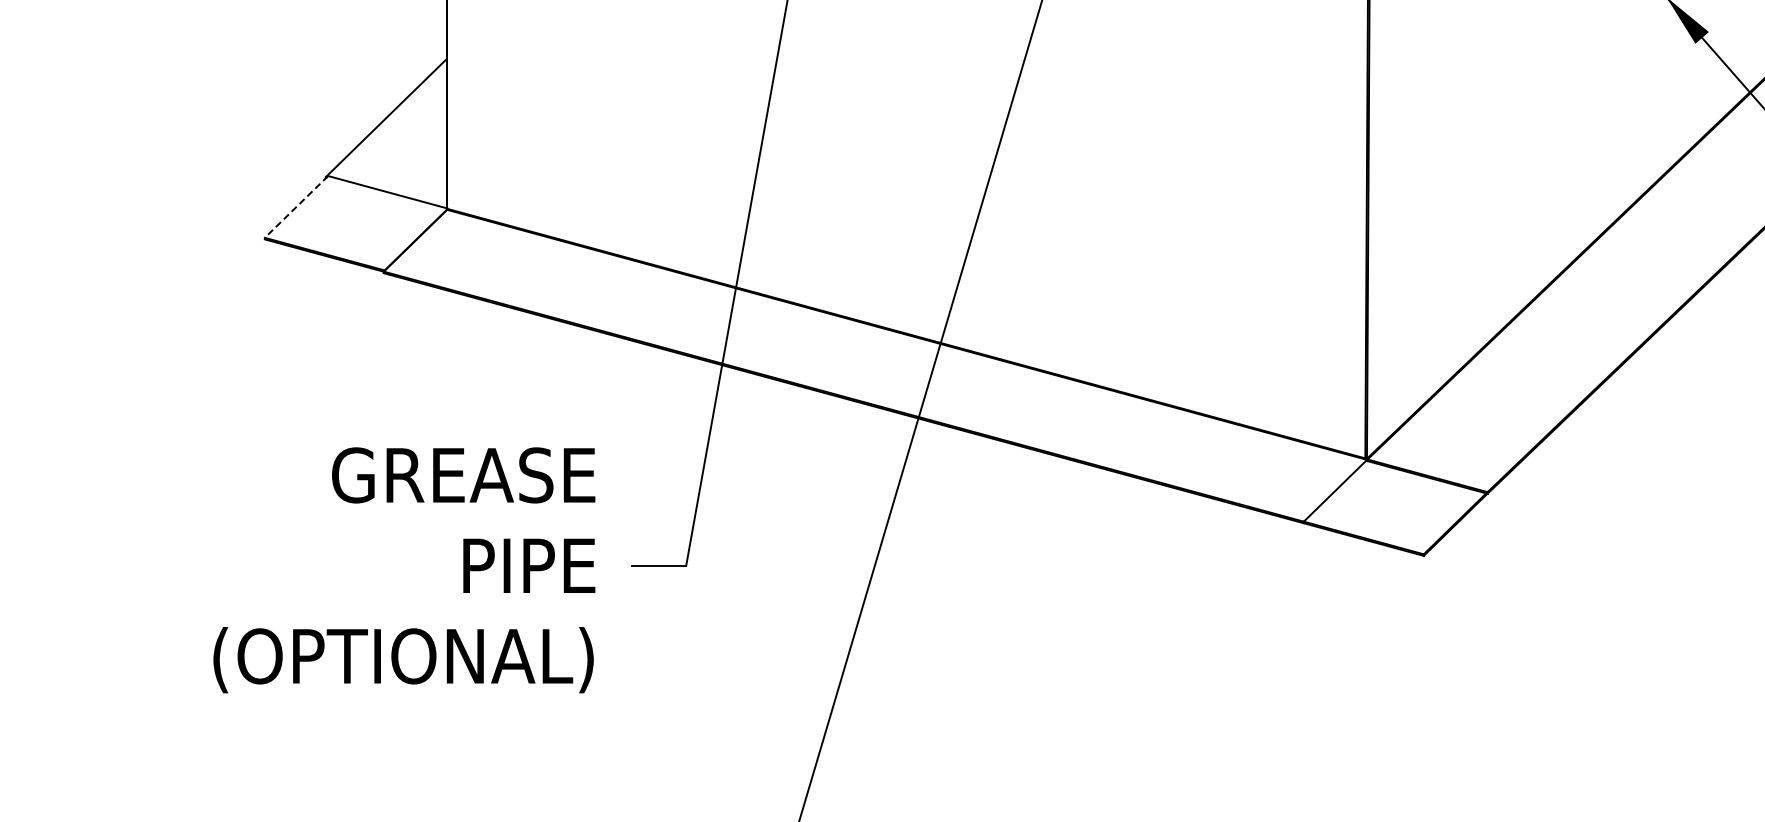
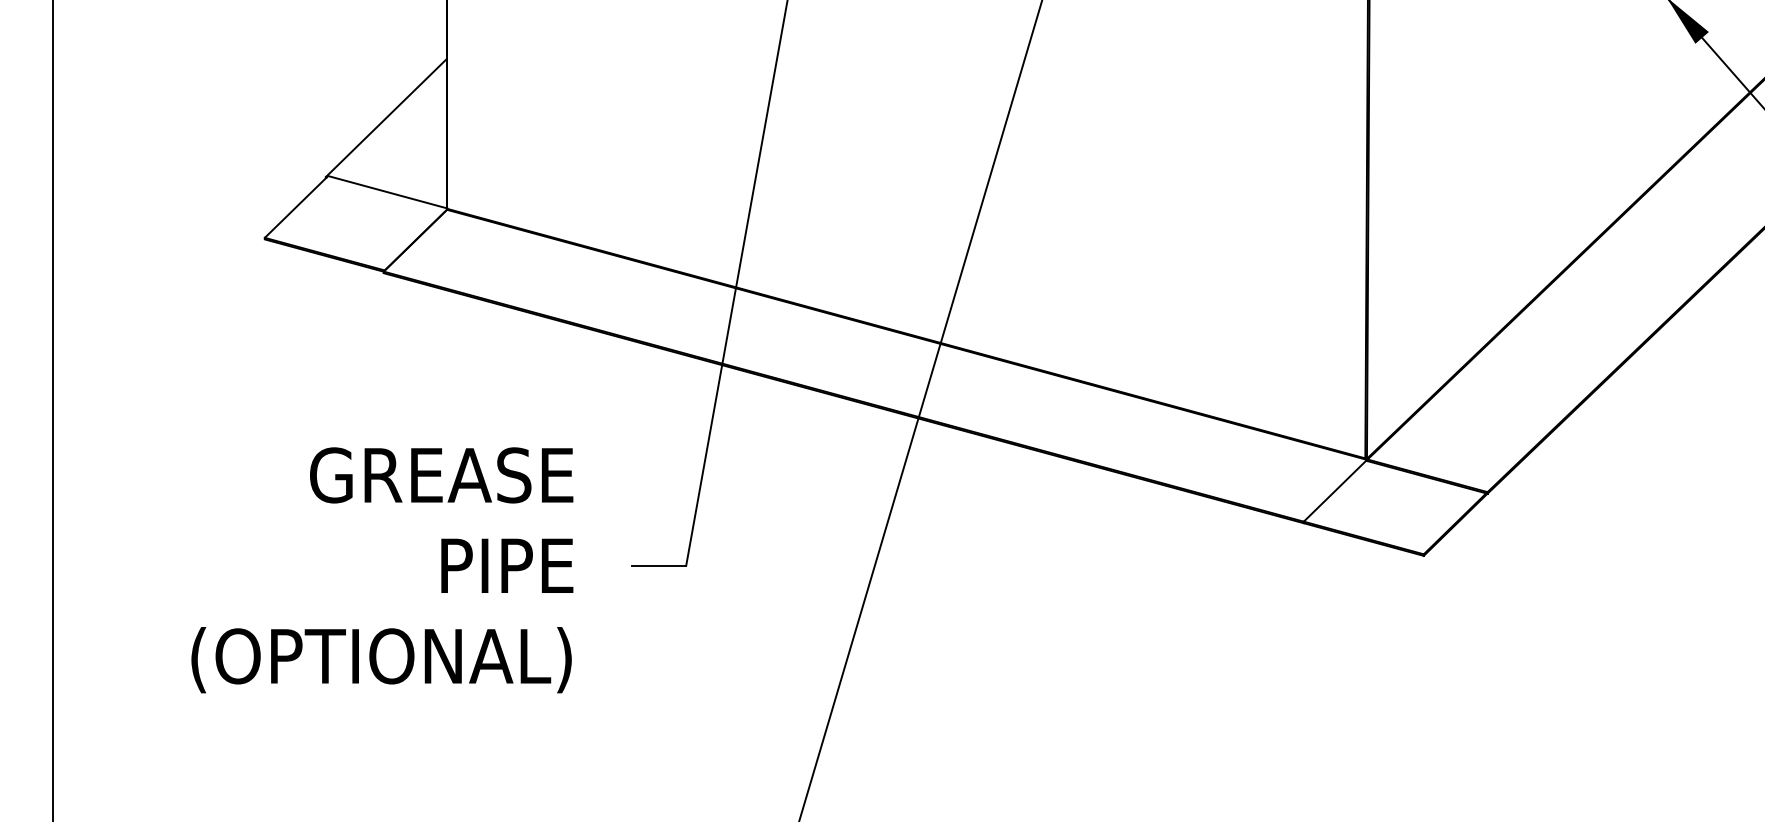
line at (296, 207): dashed -> solid
line at (52, 410): none -> present
text at (404, 570) position: (404, 570) -> (382, 570)
